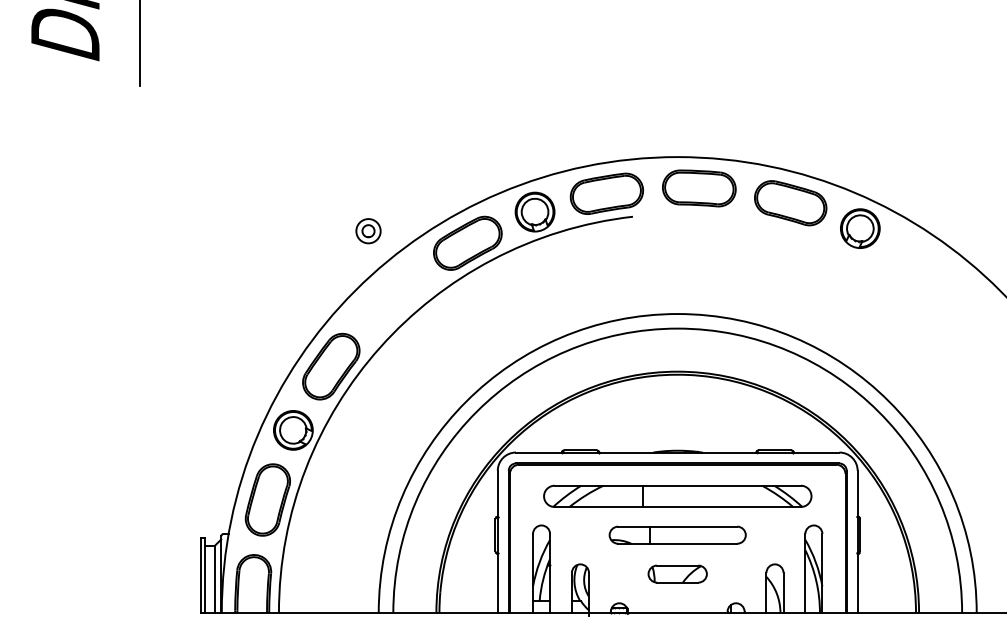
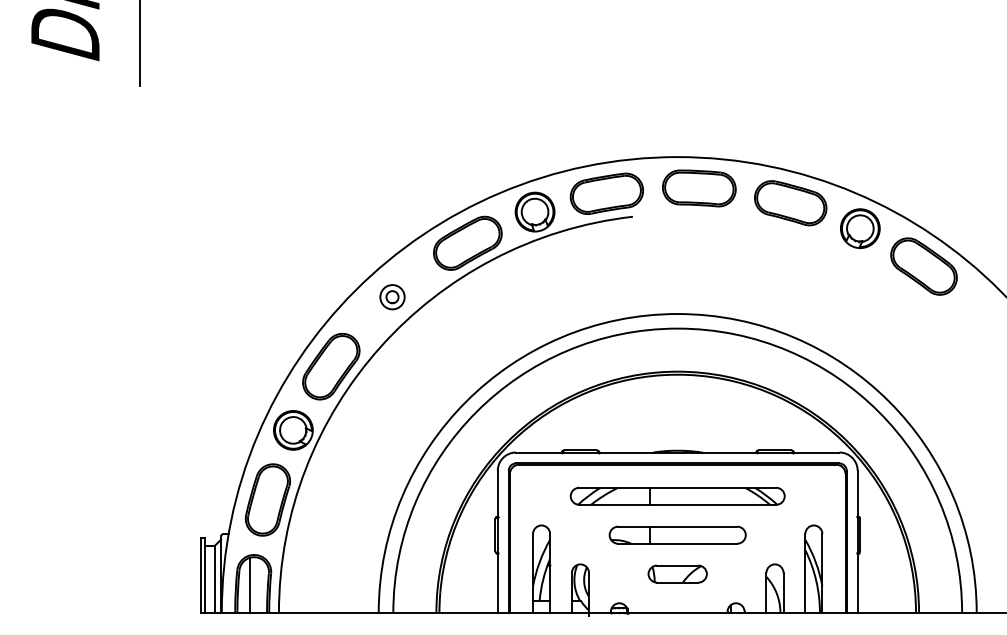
part at (368, 231) position: (368, 231) -> (392, 297)
part at (923, 266): none -> present
part at (677, 495) size: 270x24 px -> 217x20 px
line at (250, 585): none -> present
